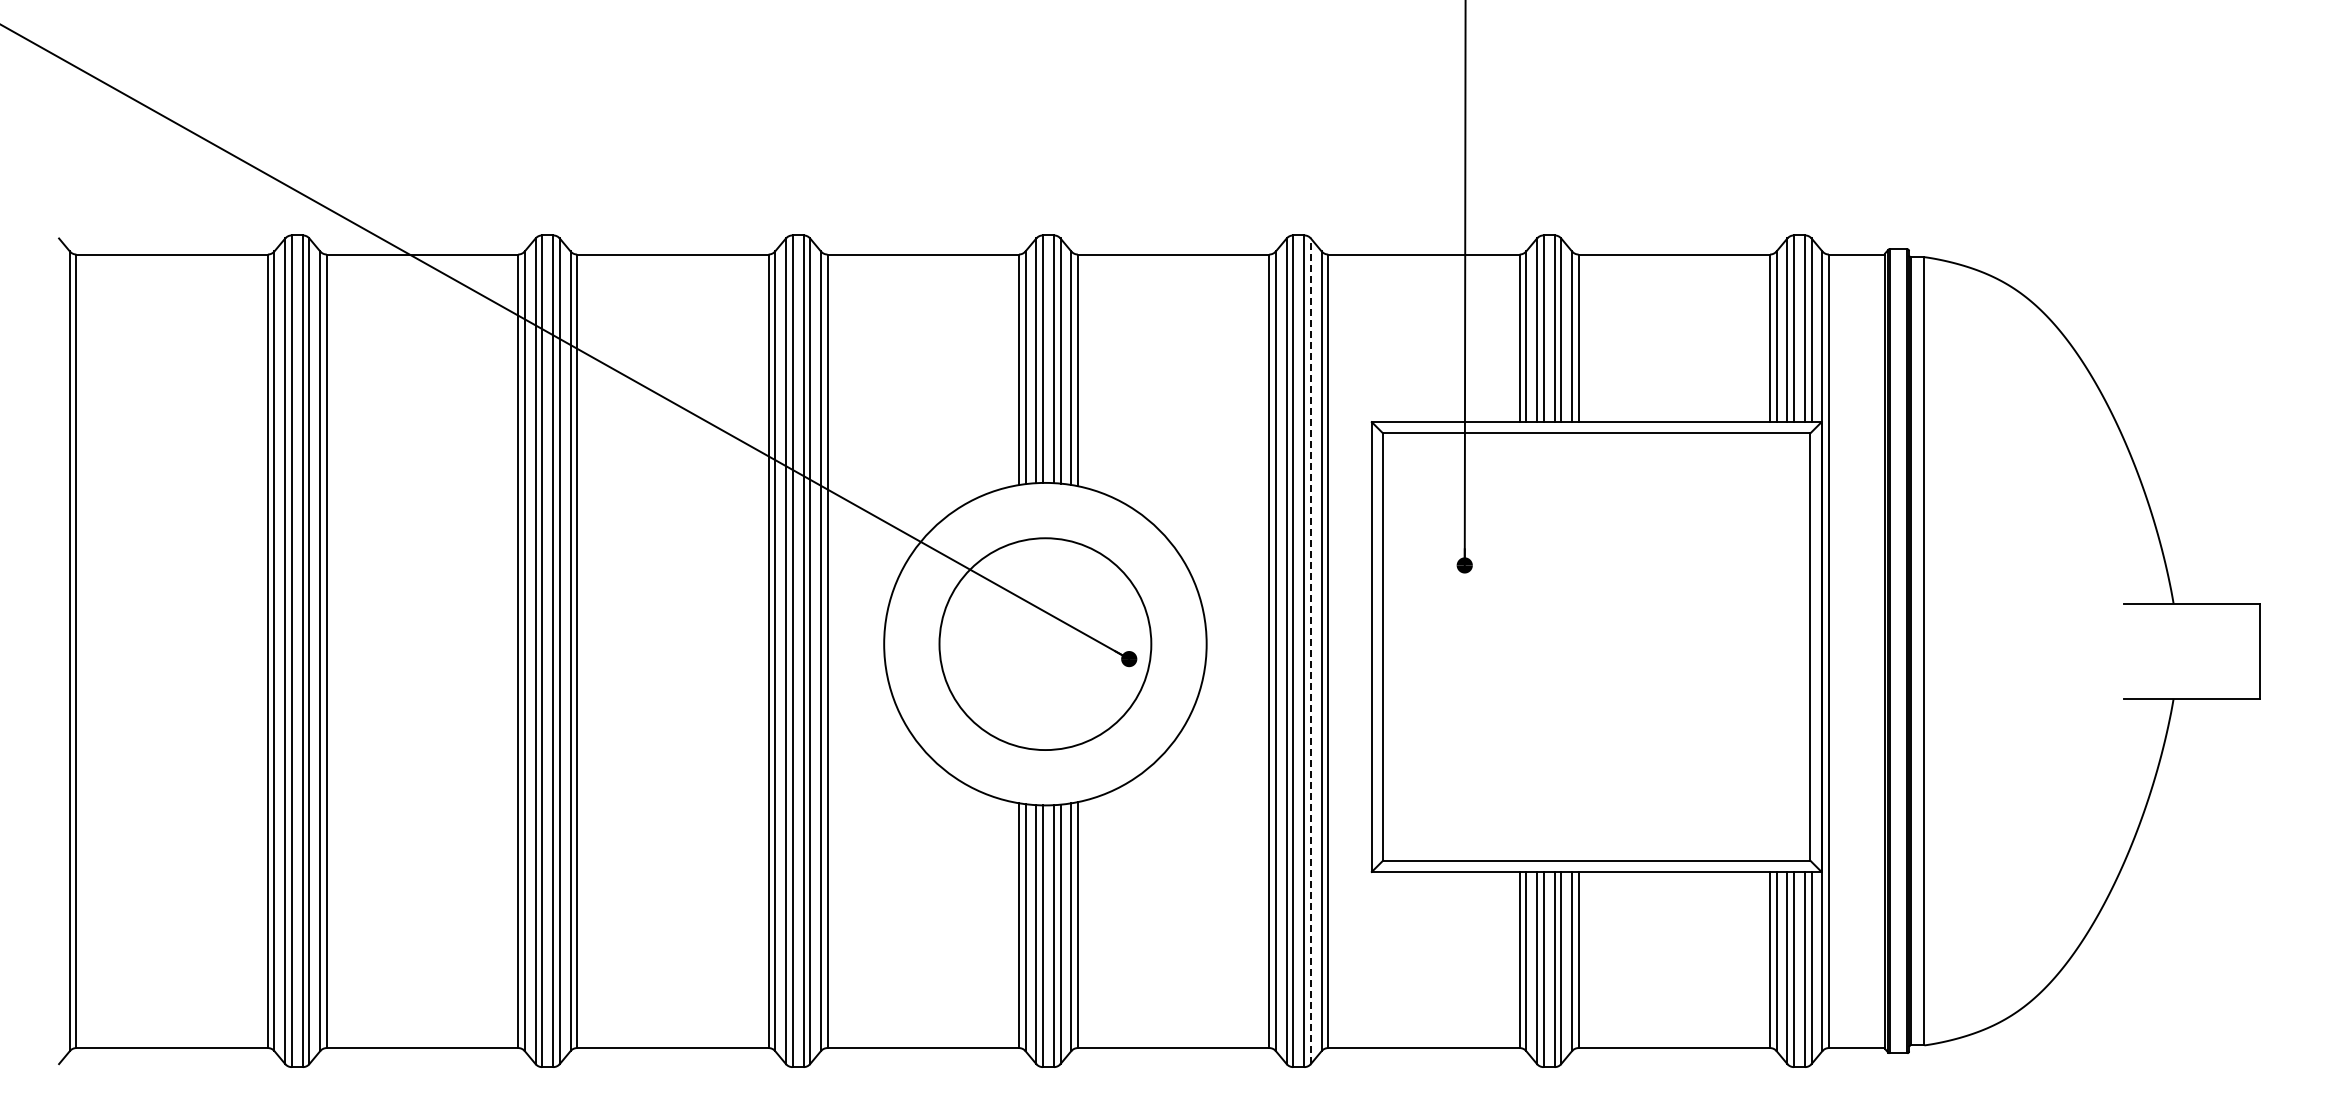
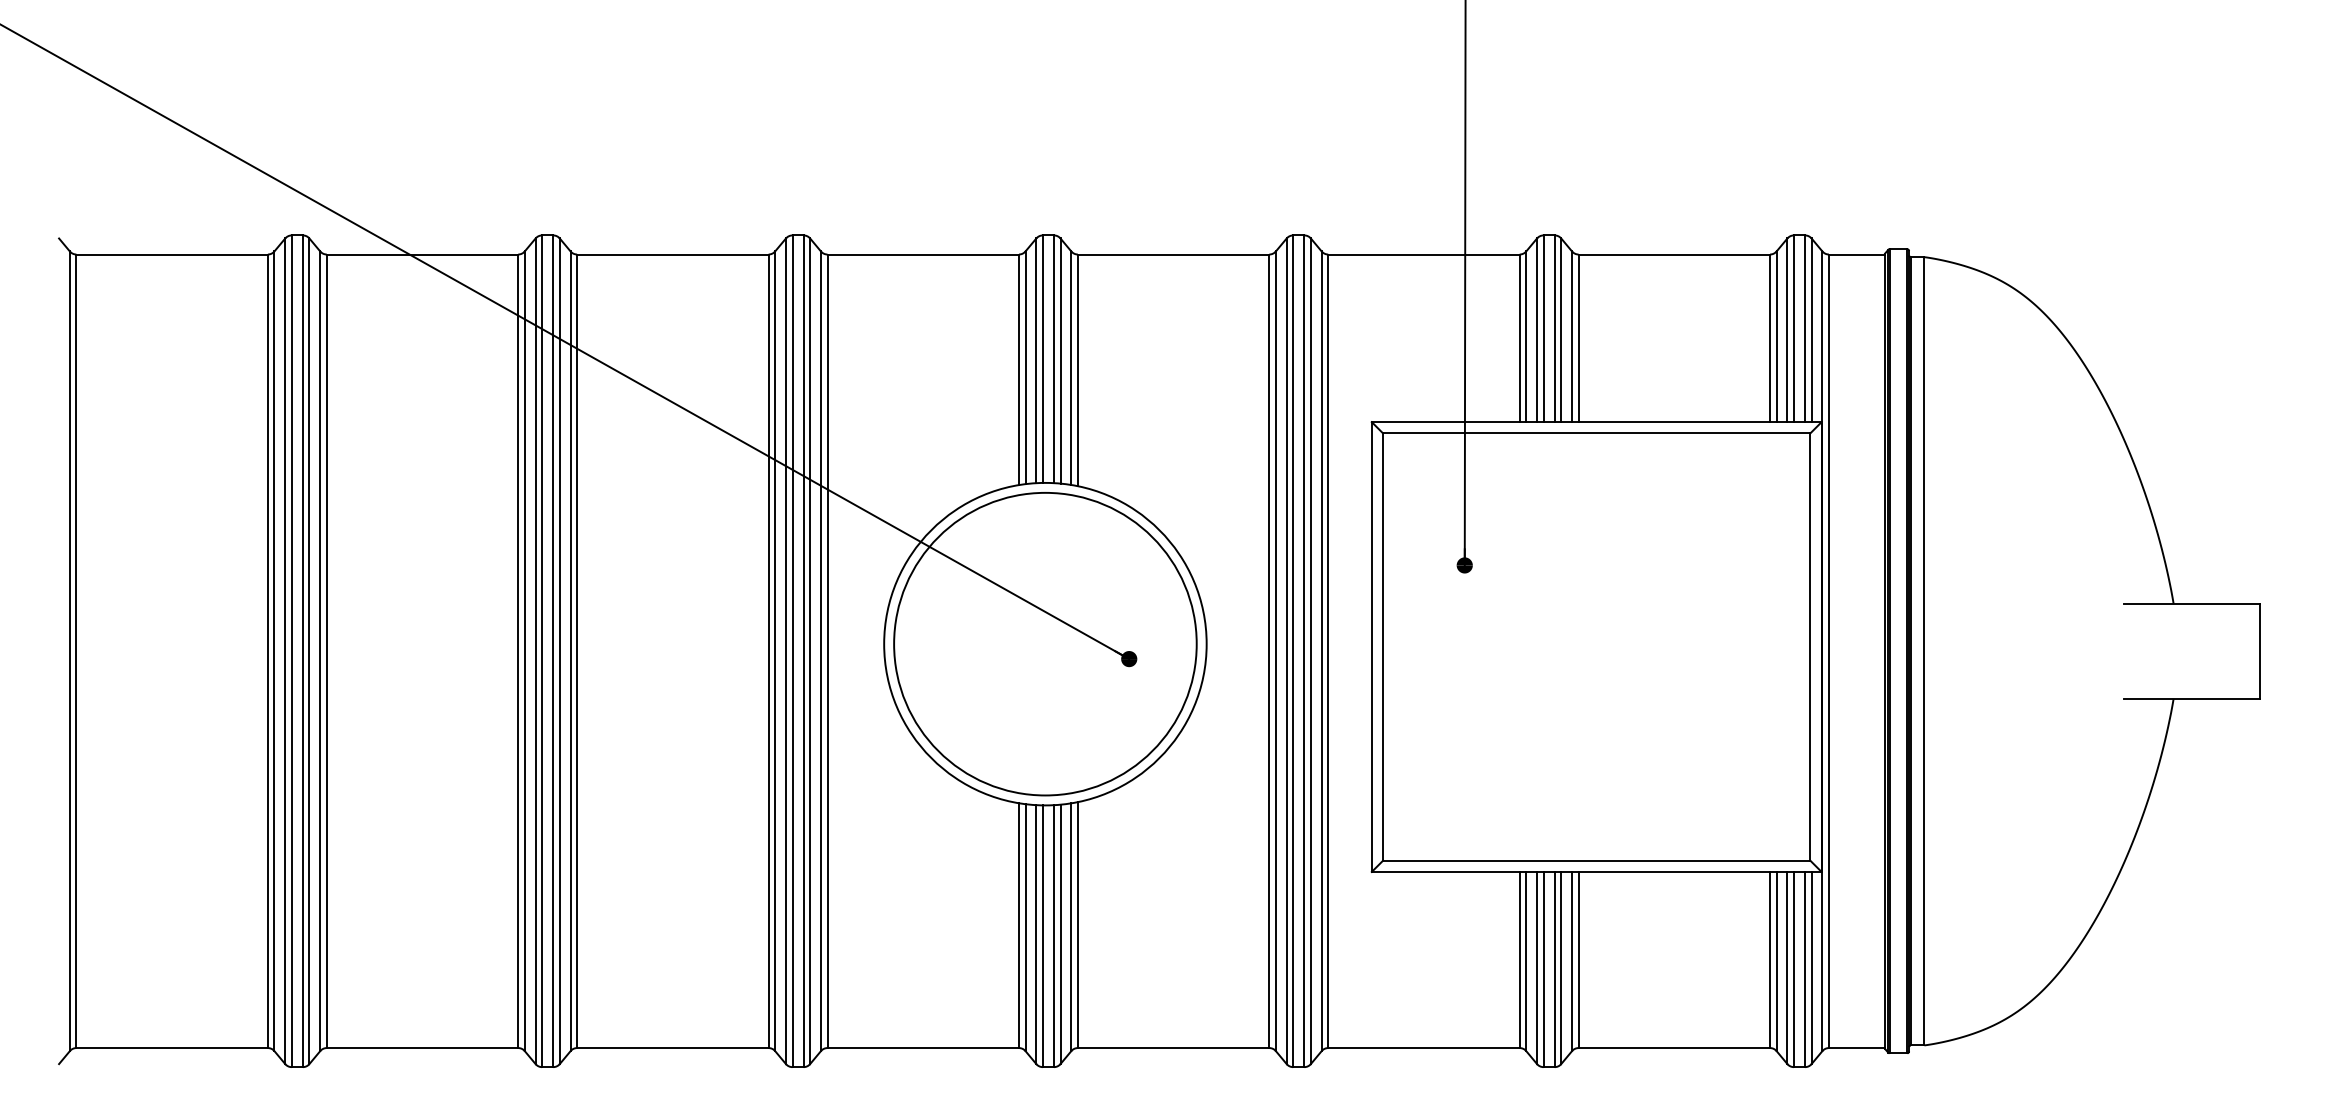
circle at (1045, 644) diameter: 212 px -> 303 px
line at (1310, 651): dashed -> solid
